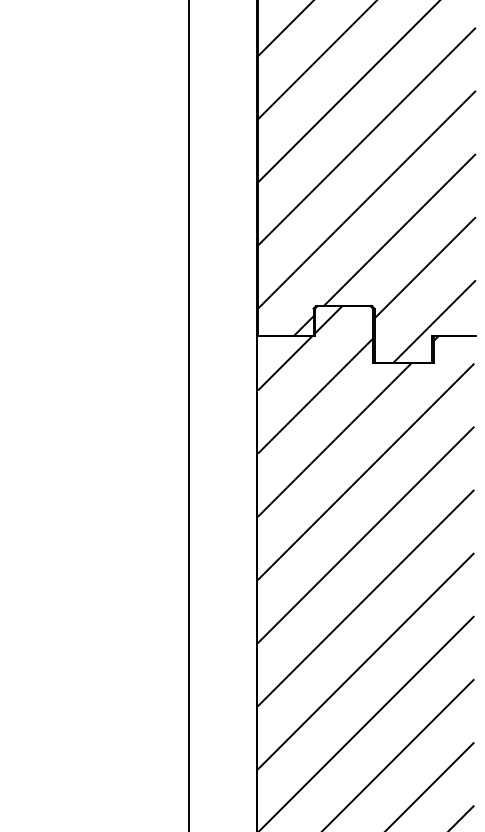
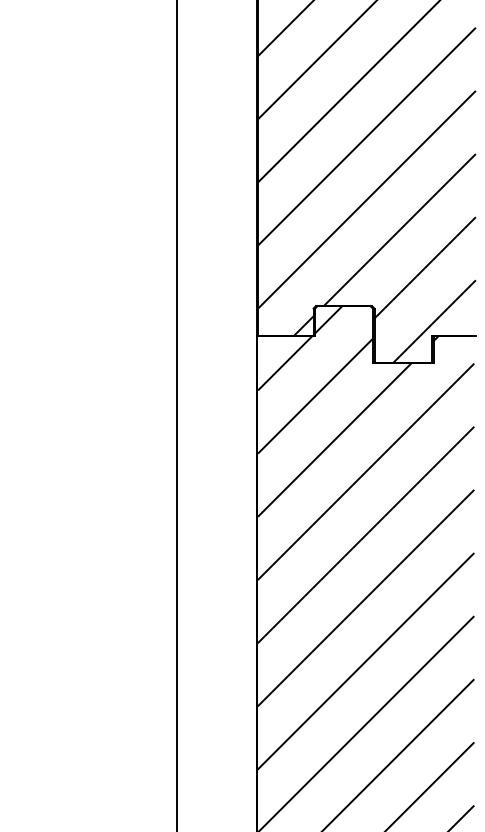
line at (189, 415) position: (189, 415) -> (177, 415)
